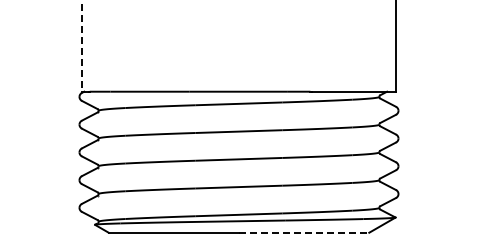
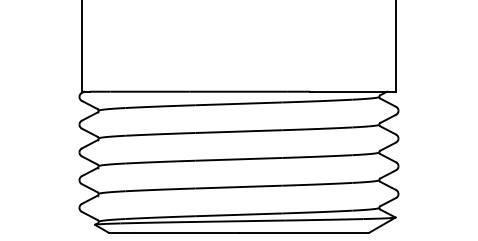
line at (81, 46): dashed -> solid
line at (304, 232): dashed -> solid
